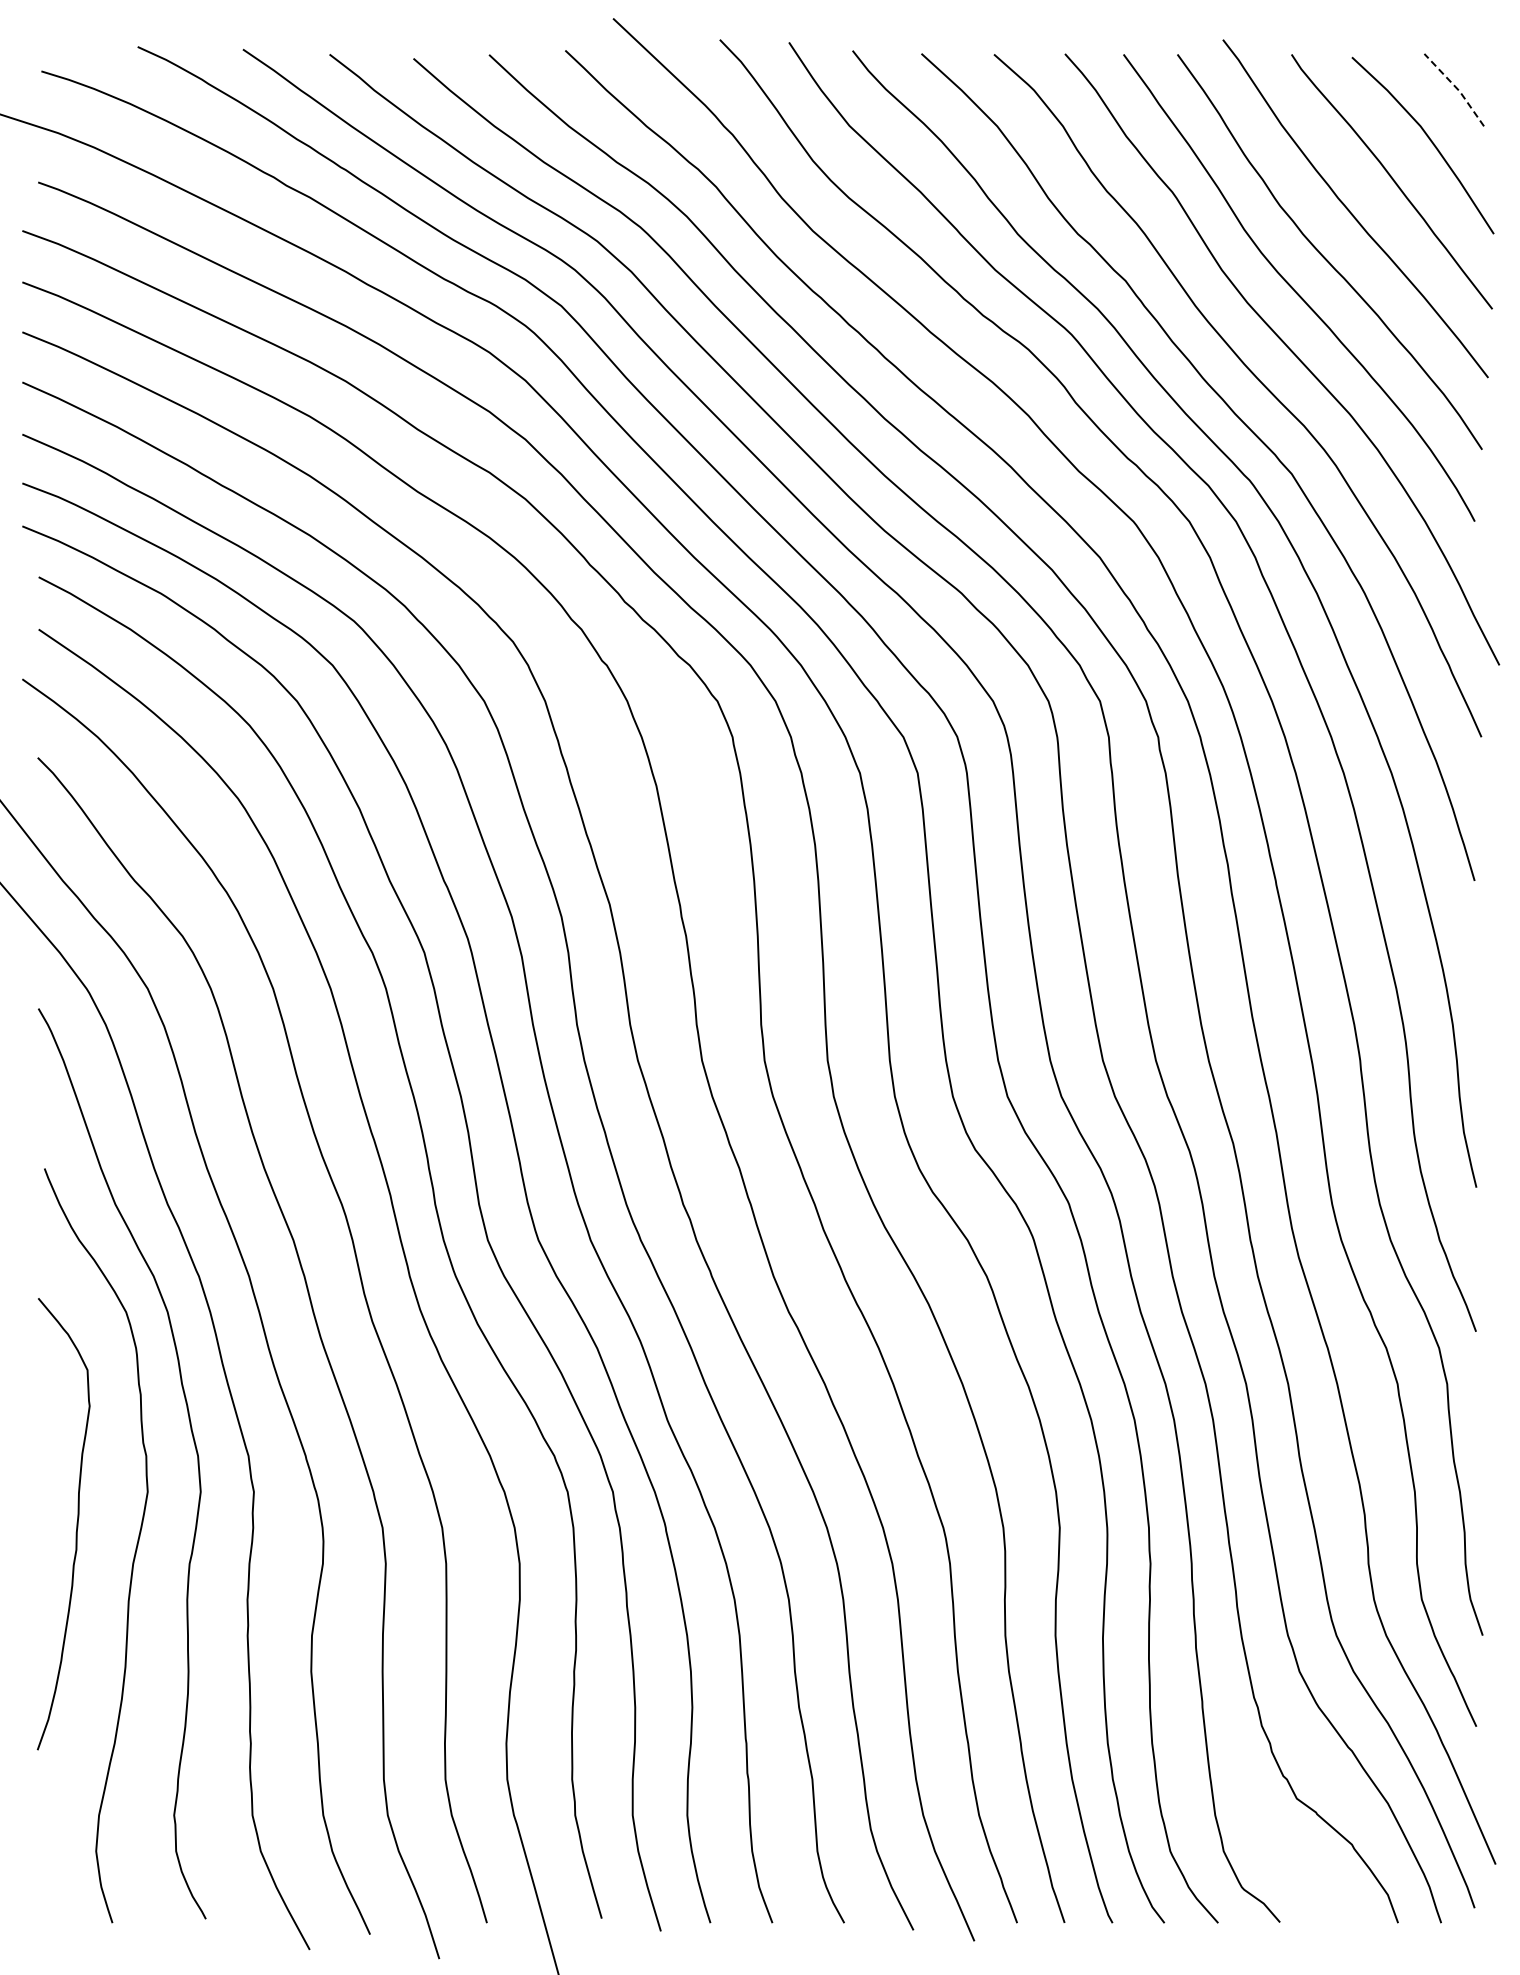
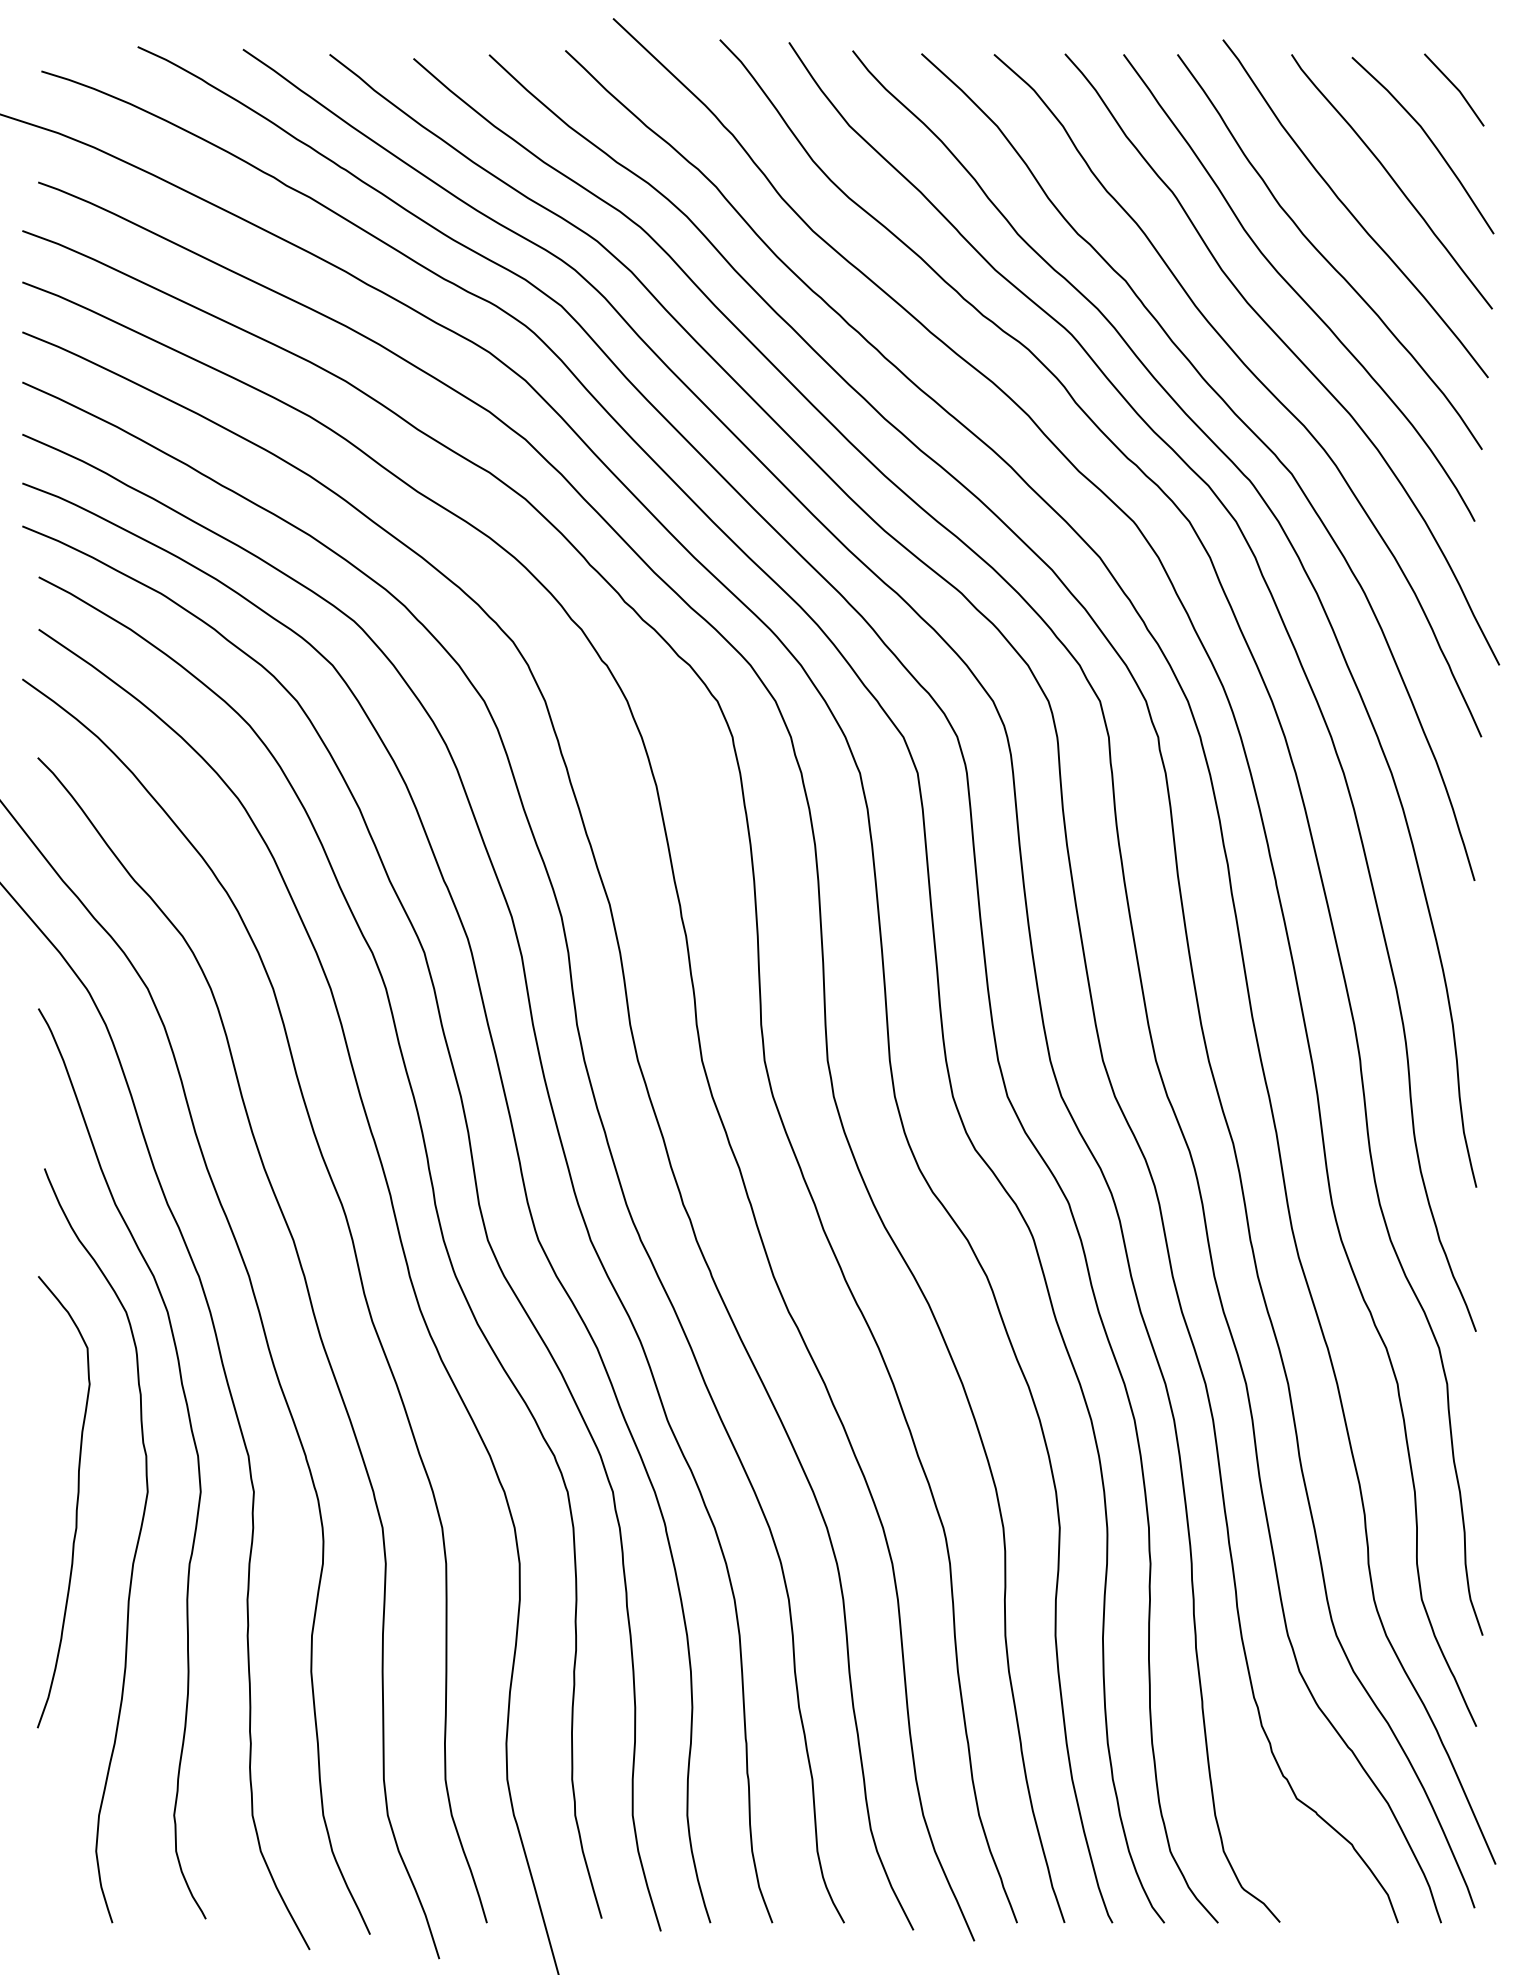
line at (1457, 88): dashed -> solid
curve at (76, 1524) position: (76, 1524) -> (76, 1502)
